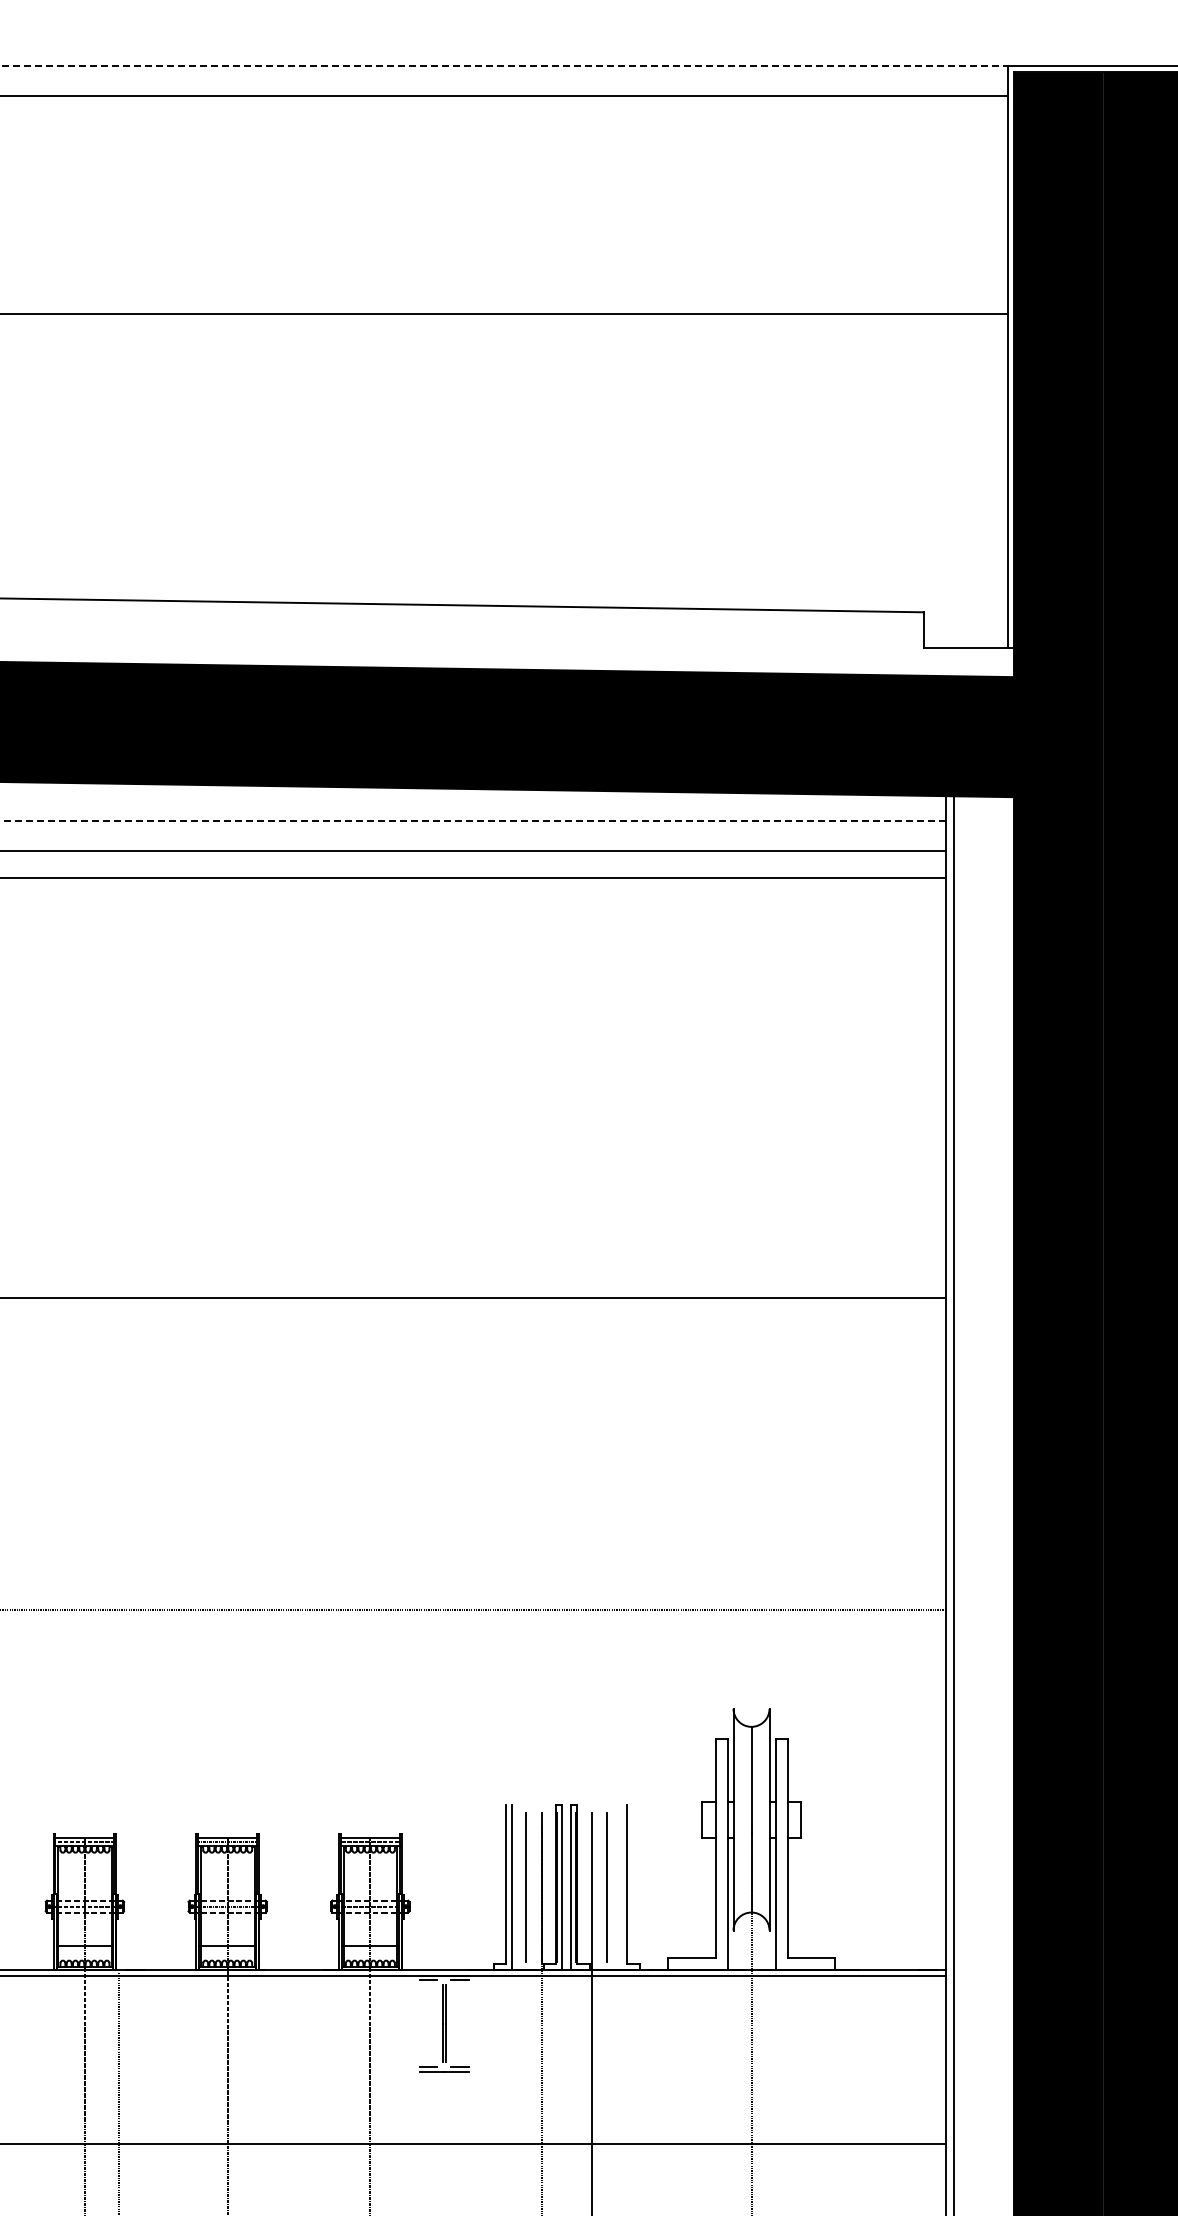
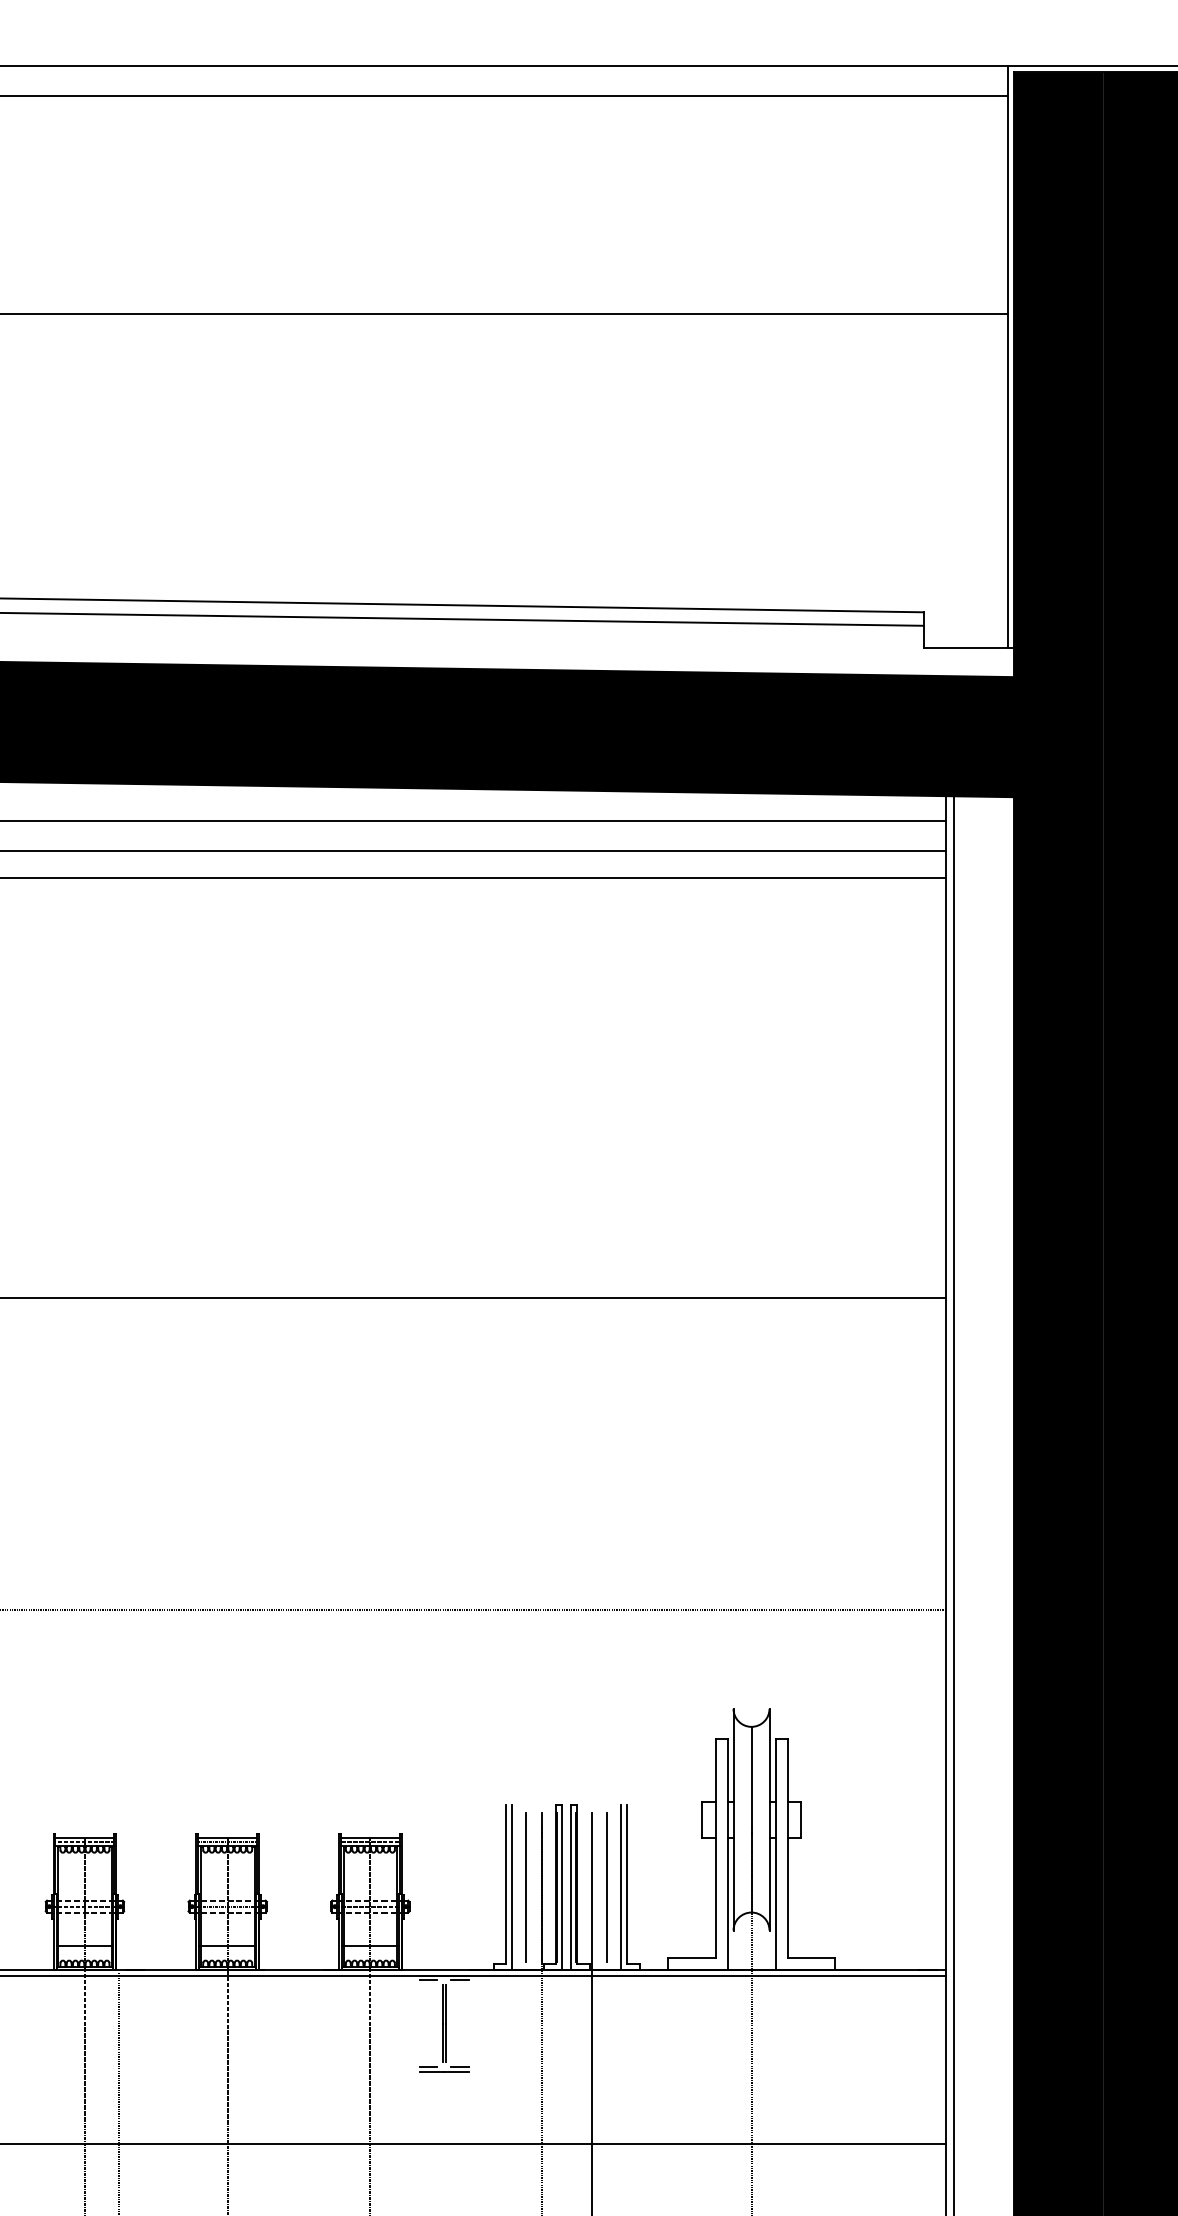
line at (505, 66): dashed -> solid
line at (462, 618): none -> present
line at (473, 821): dashed -> solid
line at (621, 1887): none -> present
